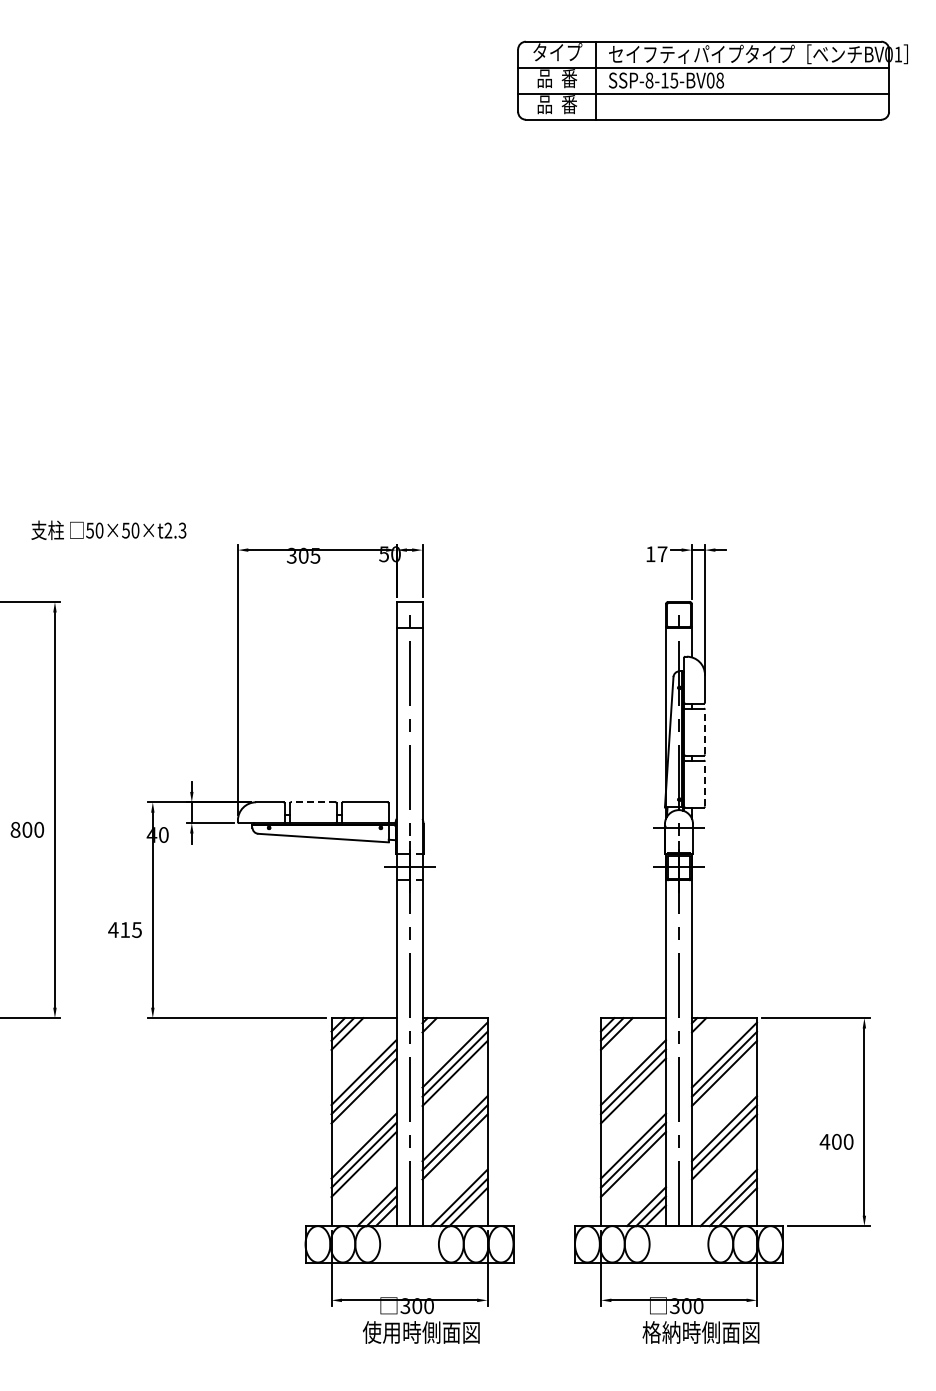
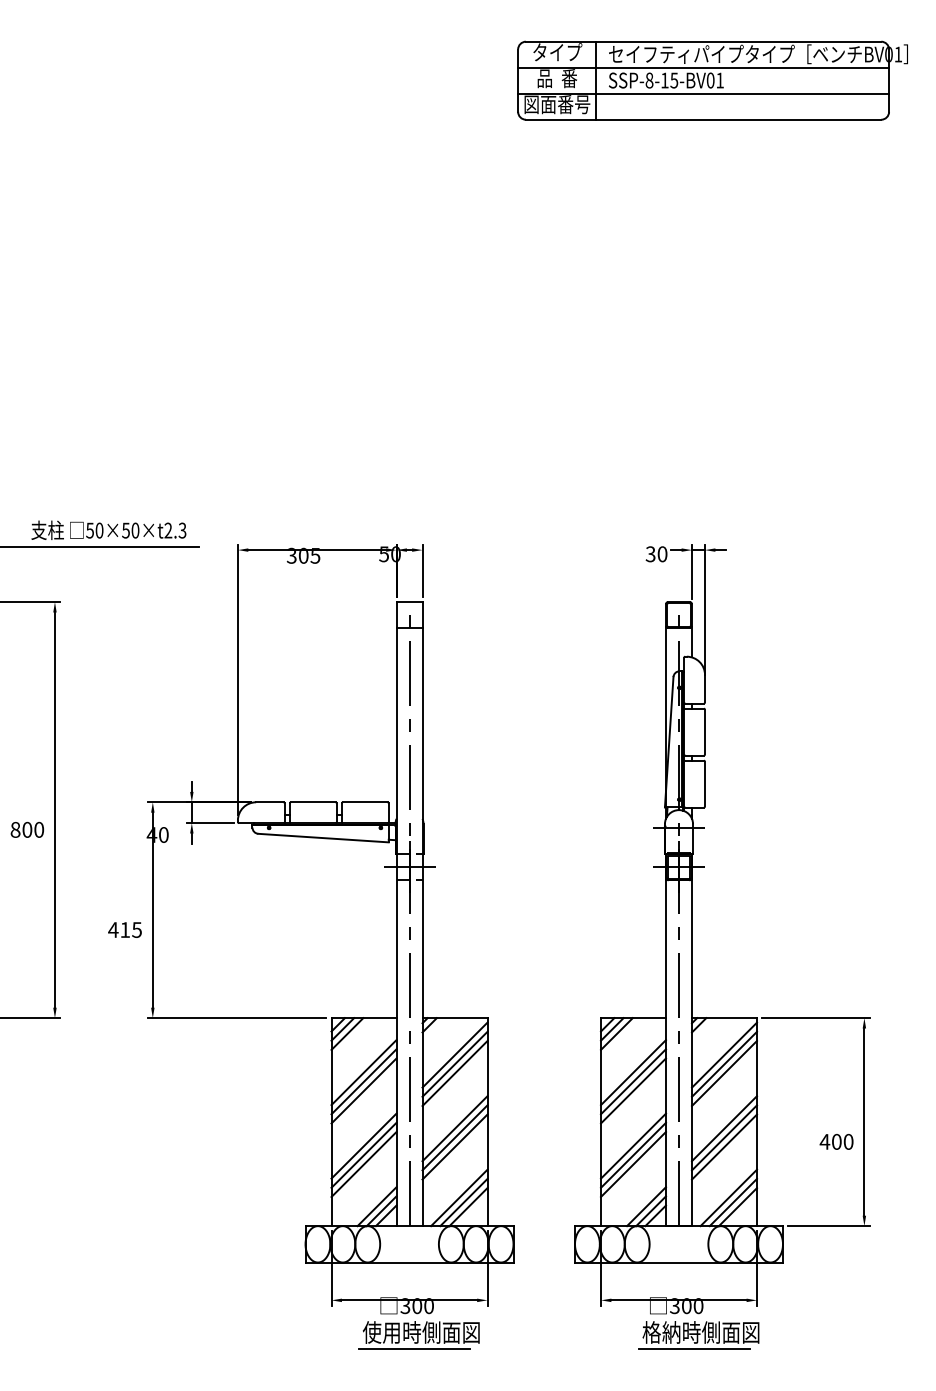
text at (720, 80): SSP-8-15-BV08 -> SSP-8-15-BV01
text at (557, 104): 品  番 -> 図面番号
line at (100, 547): none -> present
text at (656, 554): 17 -> 30
line at (705, 731): dashed -> solid
line at (705, 783): dashed -> solid
line at (312, 802): dashed -> solid
line at (414, 1349): none -> present
line at (694, 1349): none -> present
